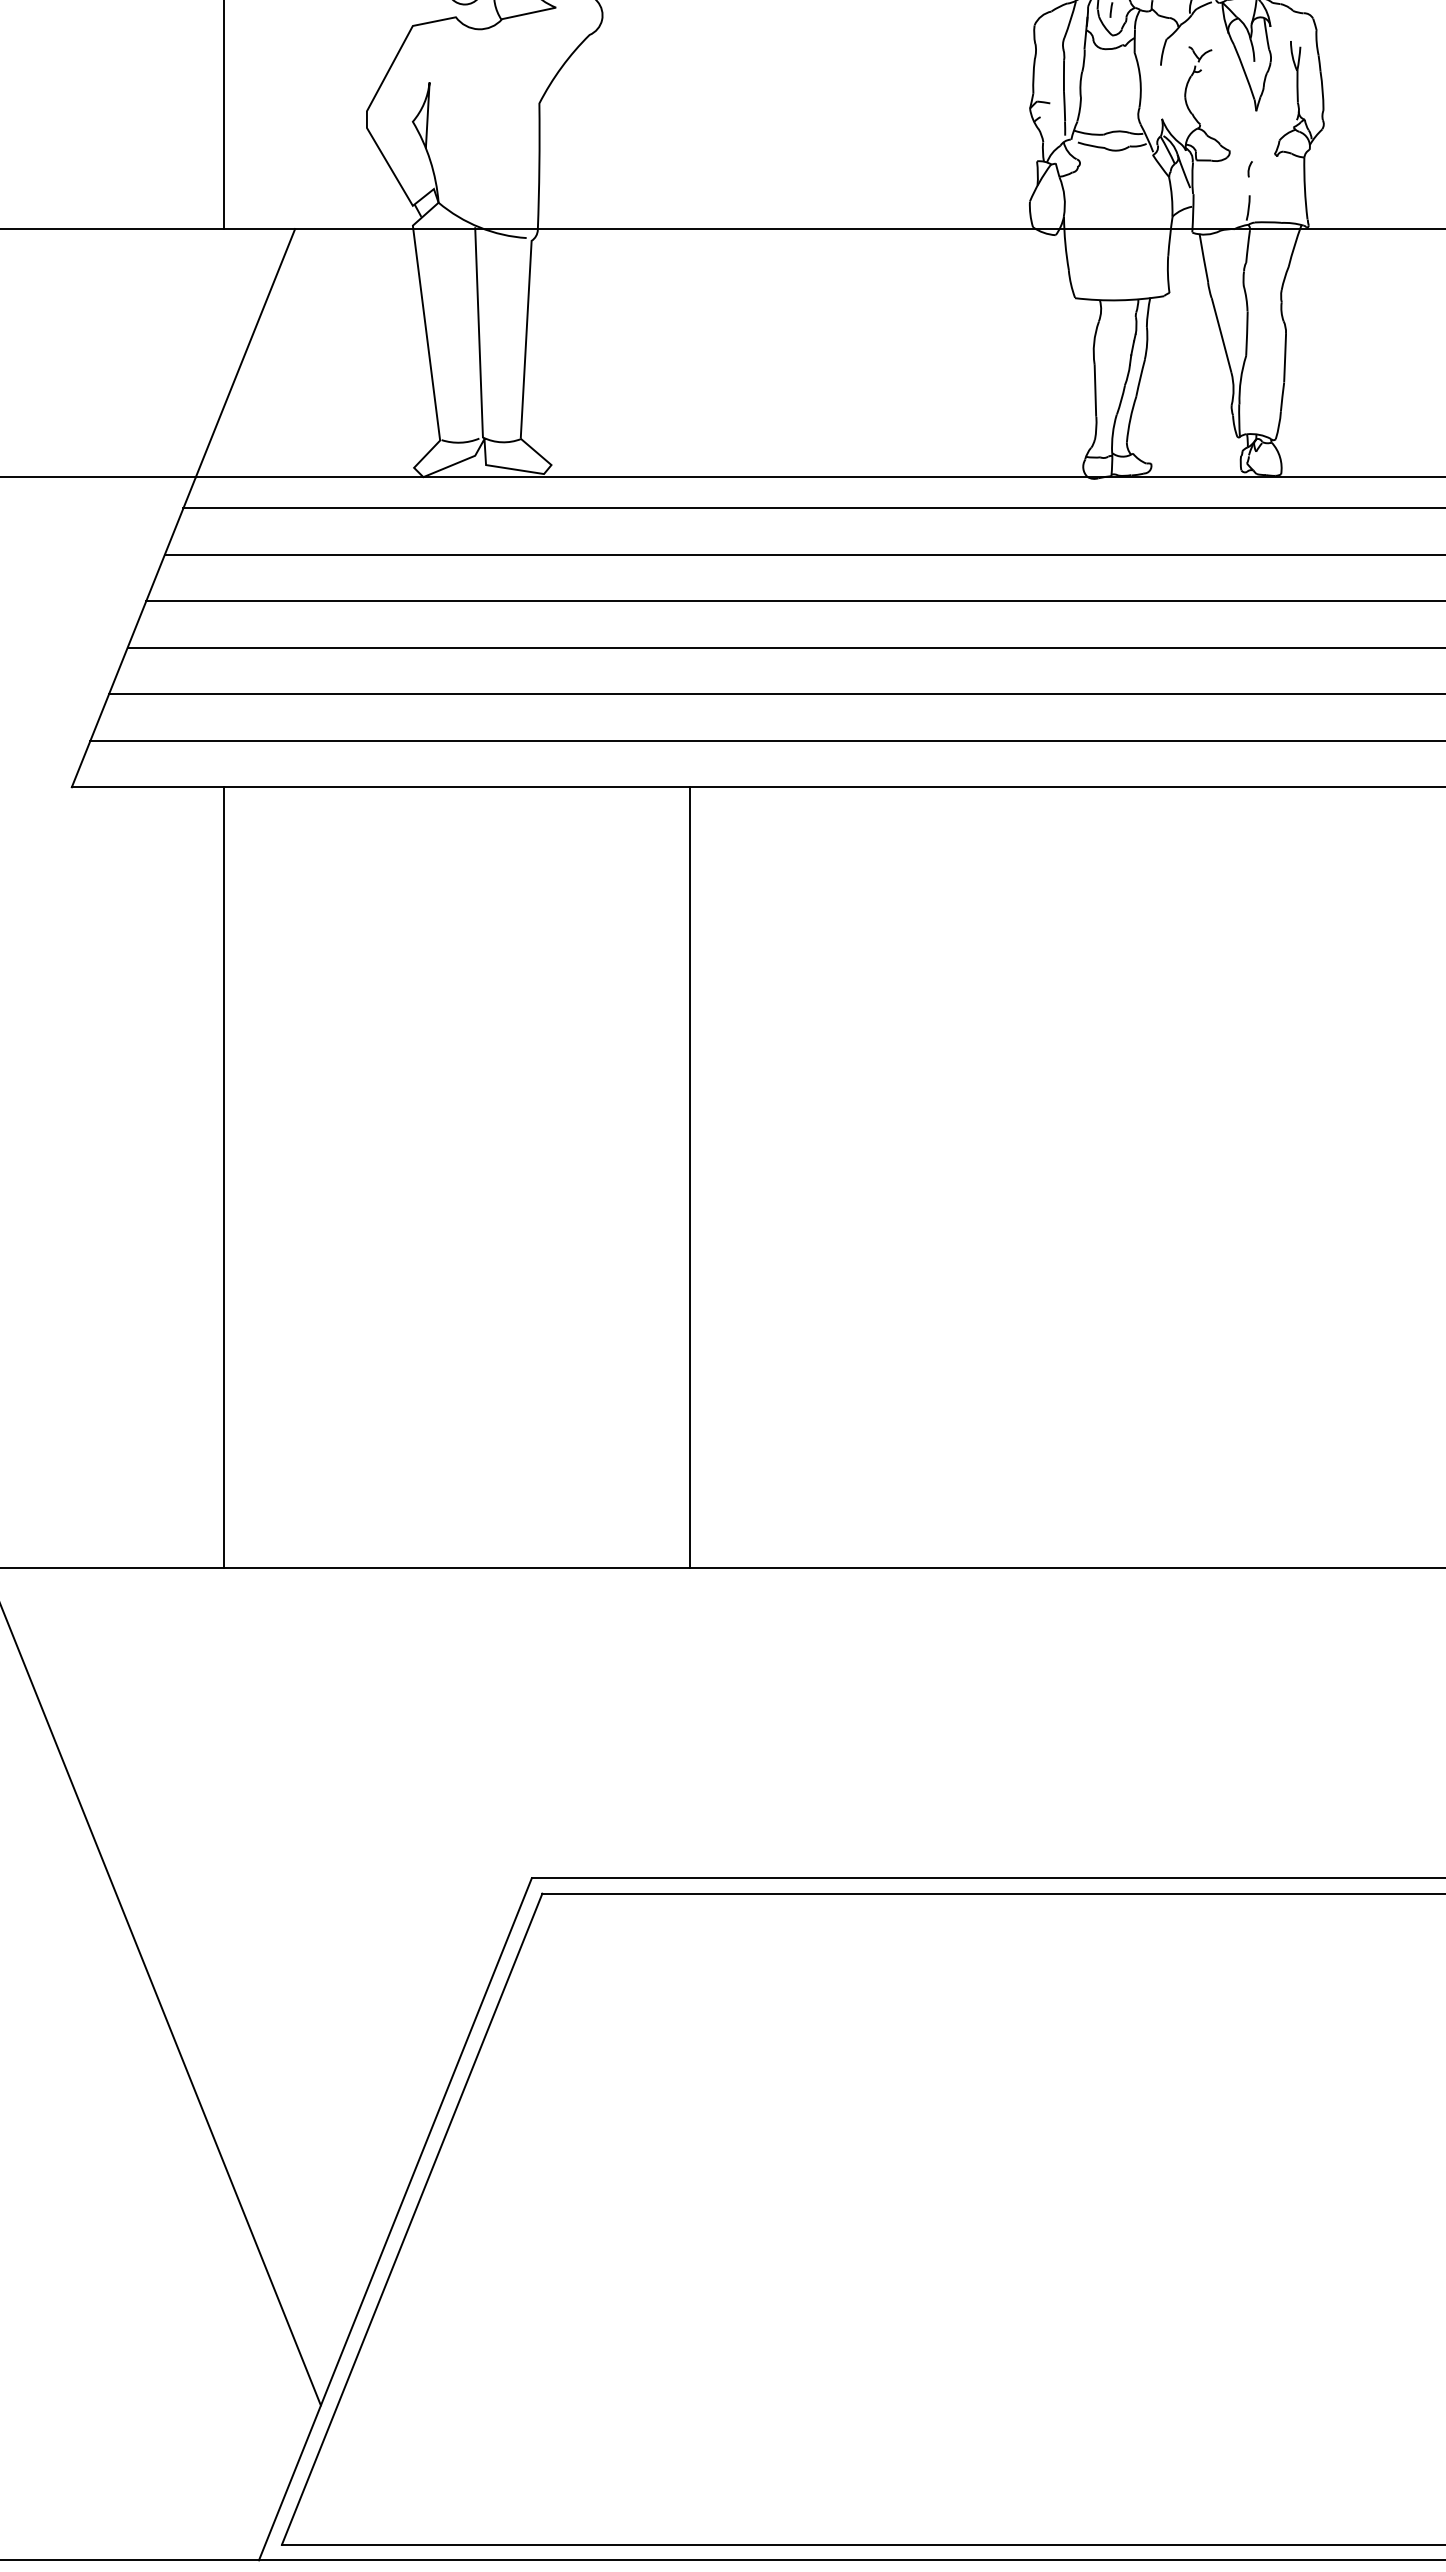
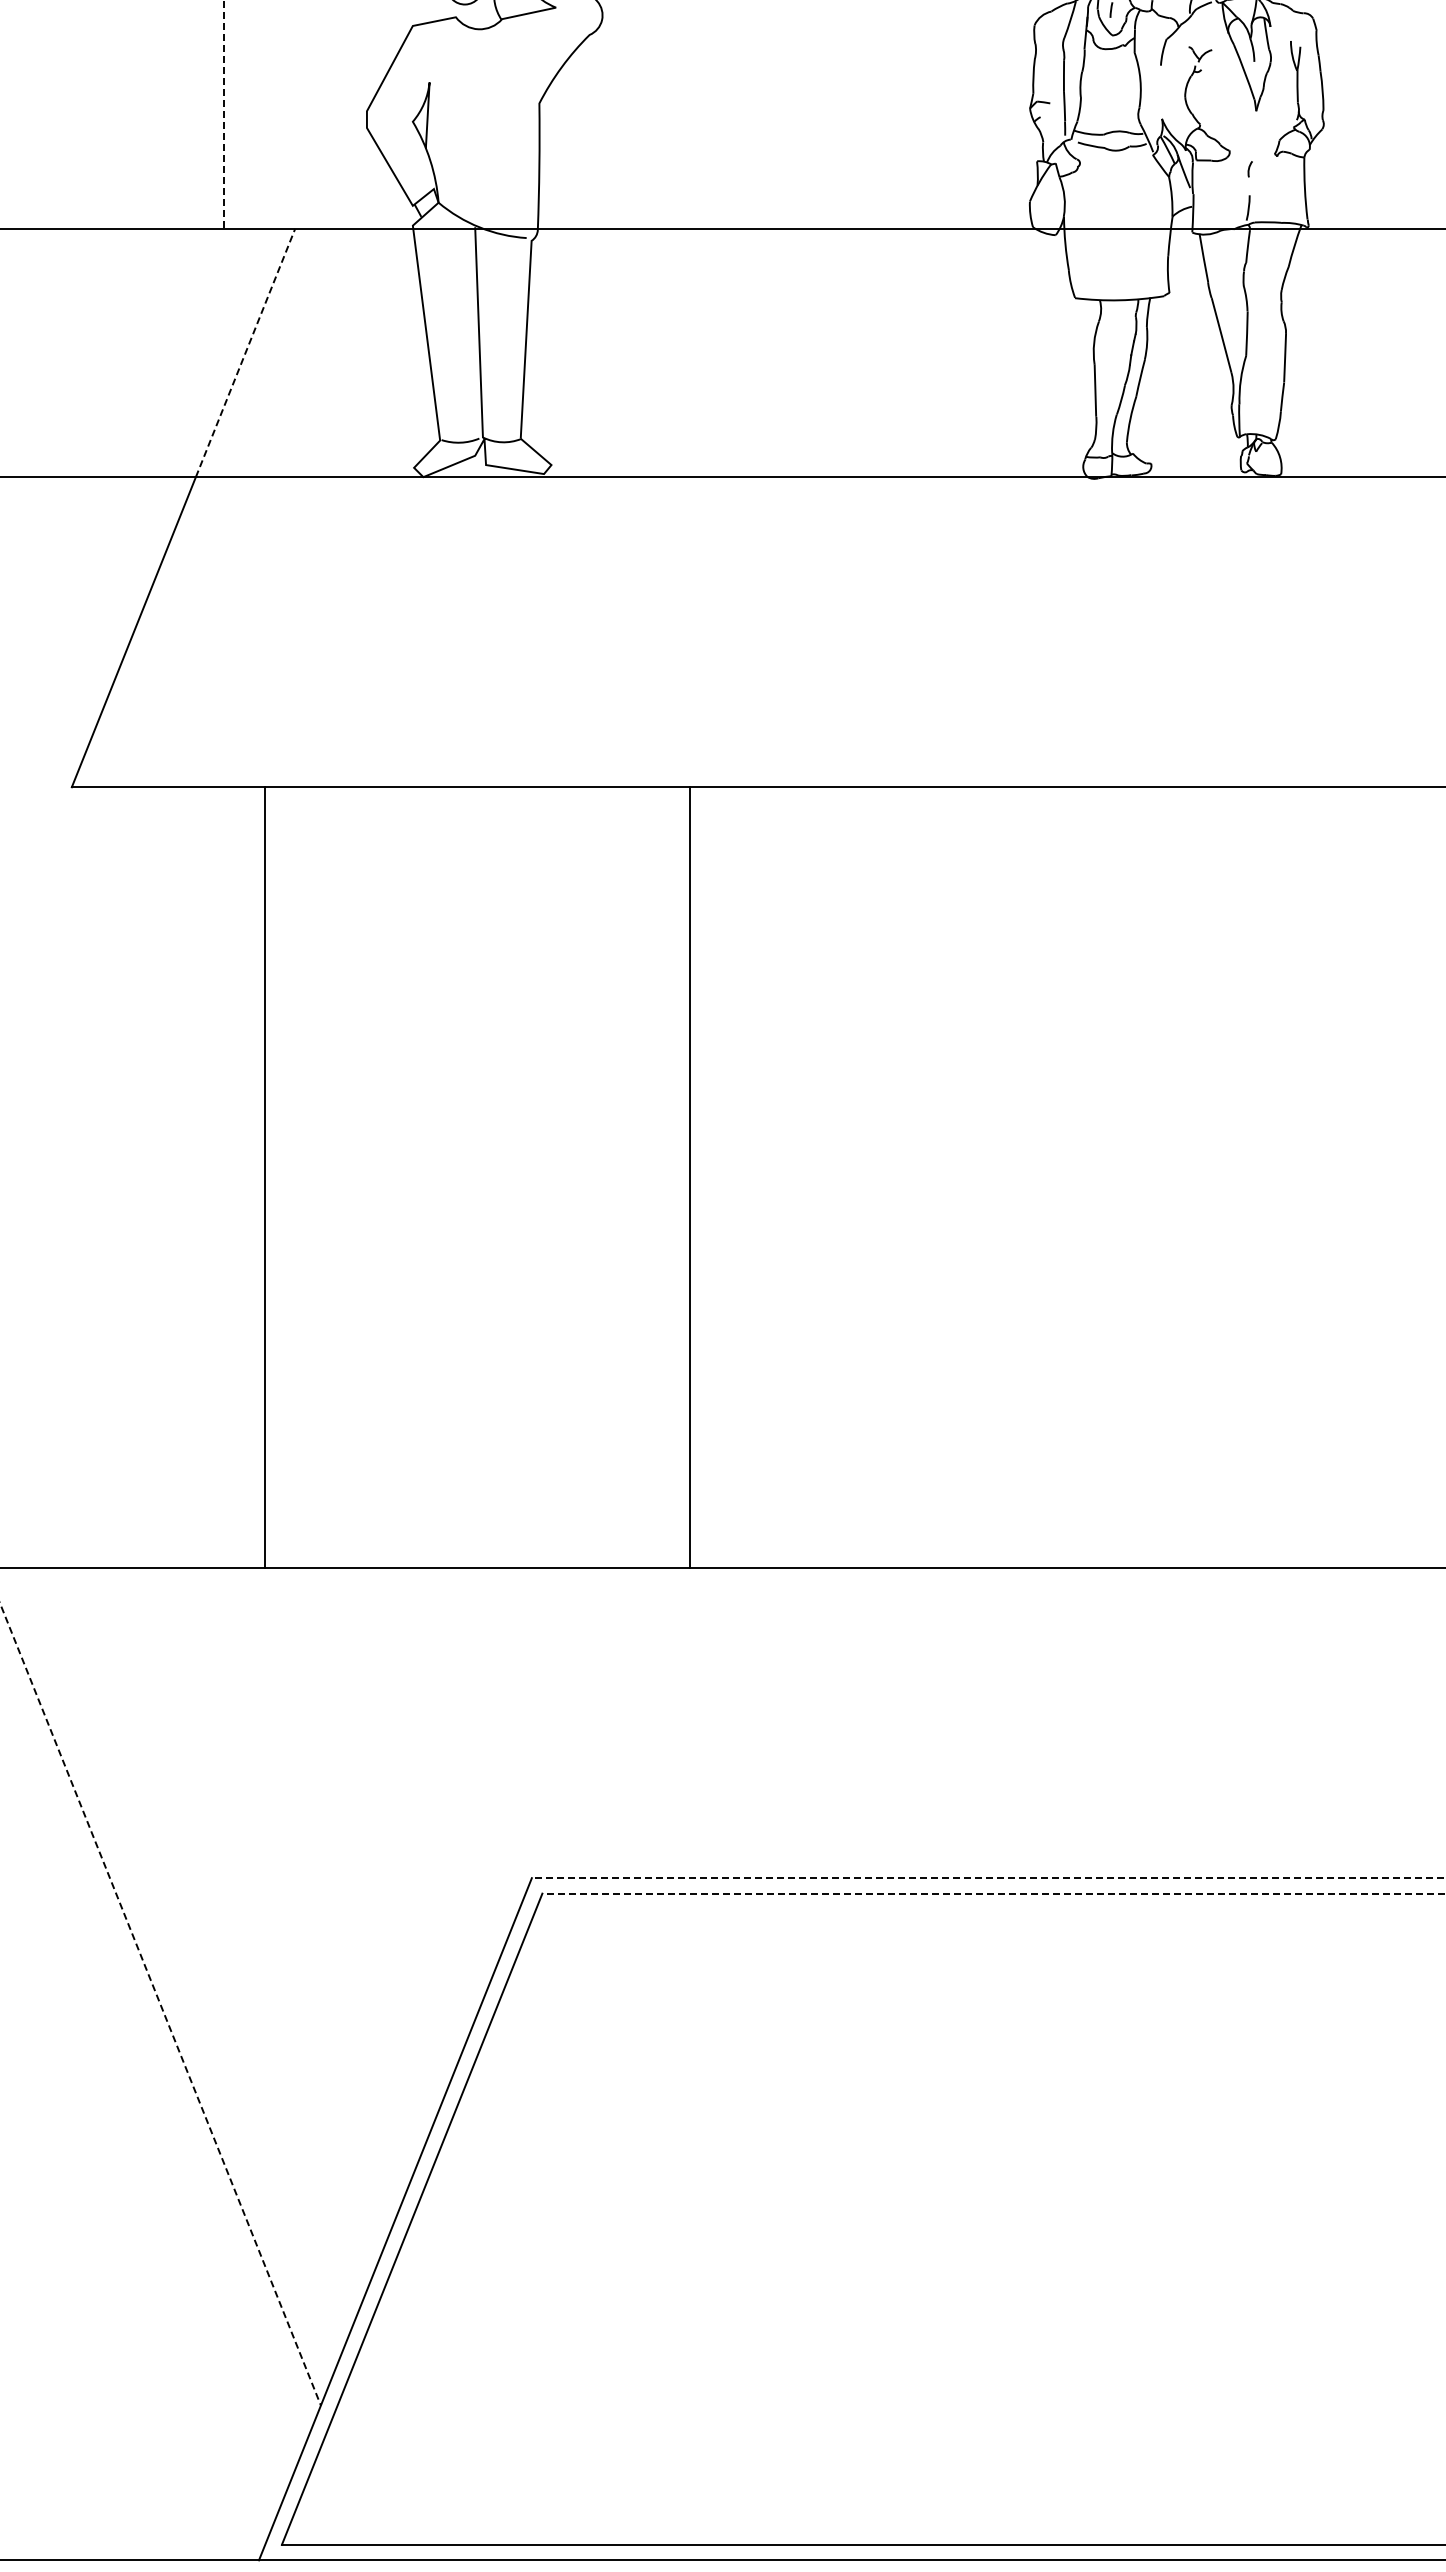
line at (224, 114): solid -> dashed
line at (245, 353): solid -> dashed
line at (812, 508): present -> none
line at (803, 554): present -> none
line at (794, 601): present -> none
line at (784, 647): present -> none
line at (775, 694): present -> none
line at (766, 740): present -> none
line at (224, 1177) position: (224, 1177) -> (265, 1177)
line at (988, 1878): solid -> dashed
line at (993, 1893): solid -> dashed
line at (160, 2004): solid -> dashed
